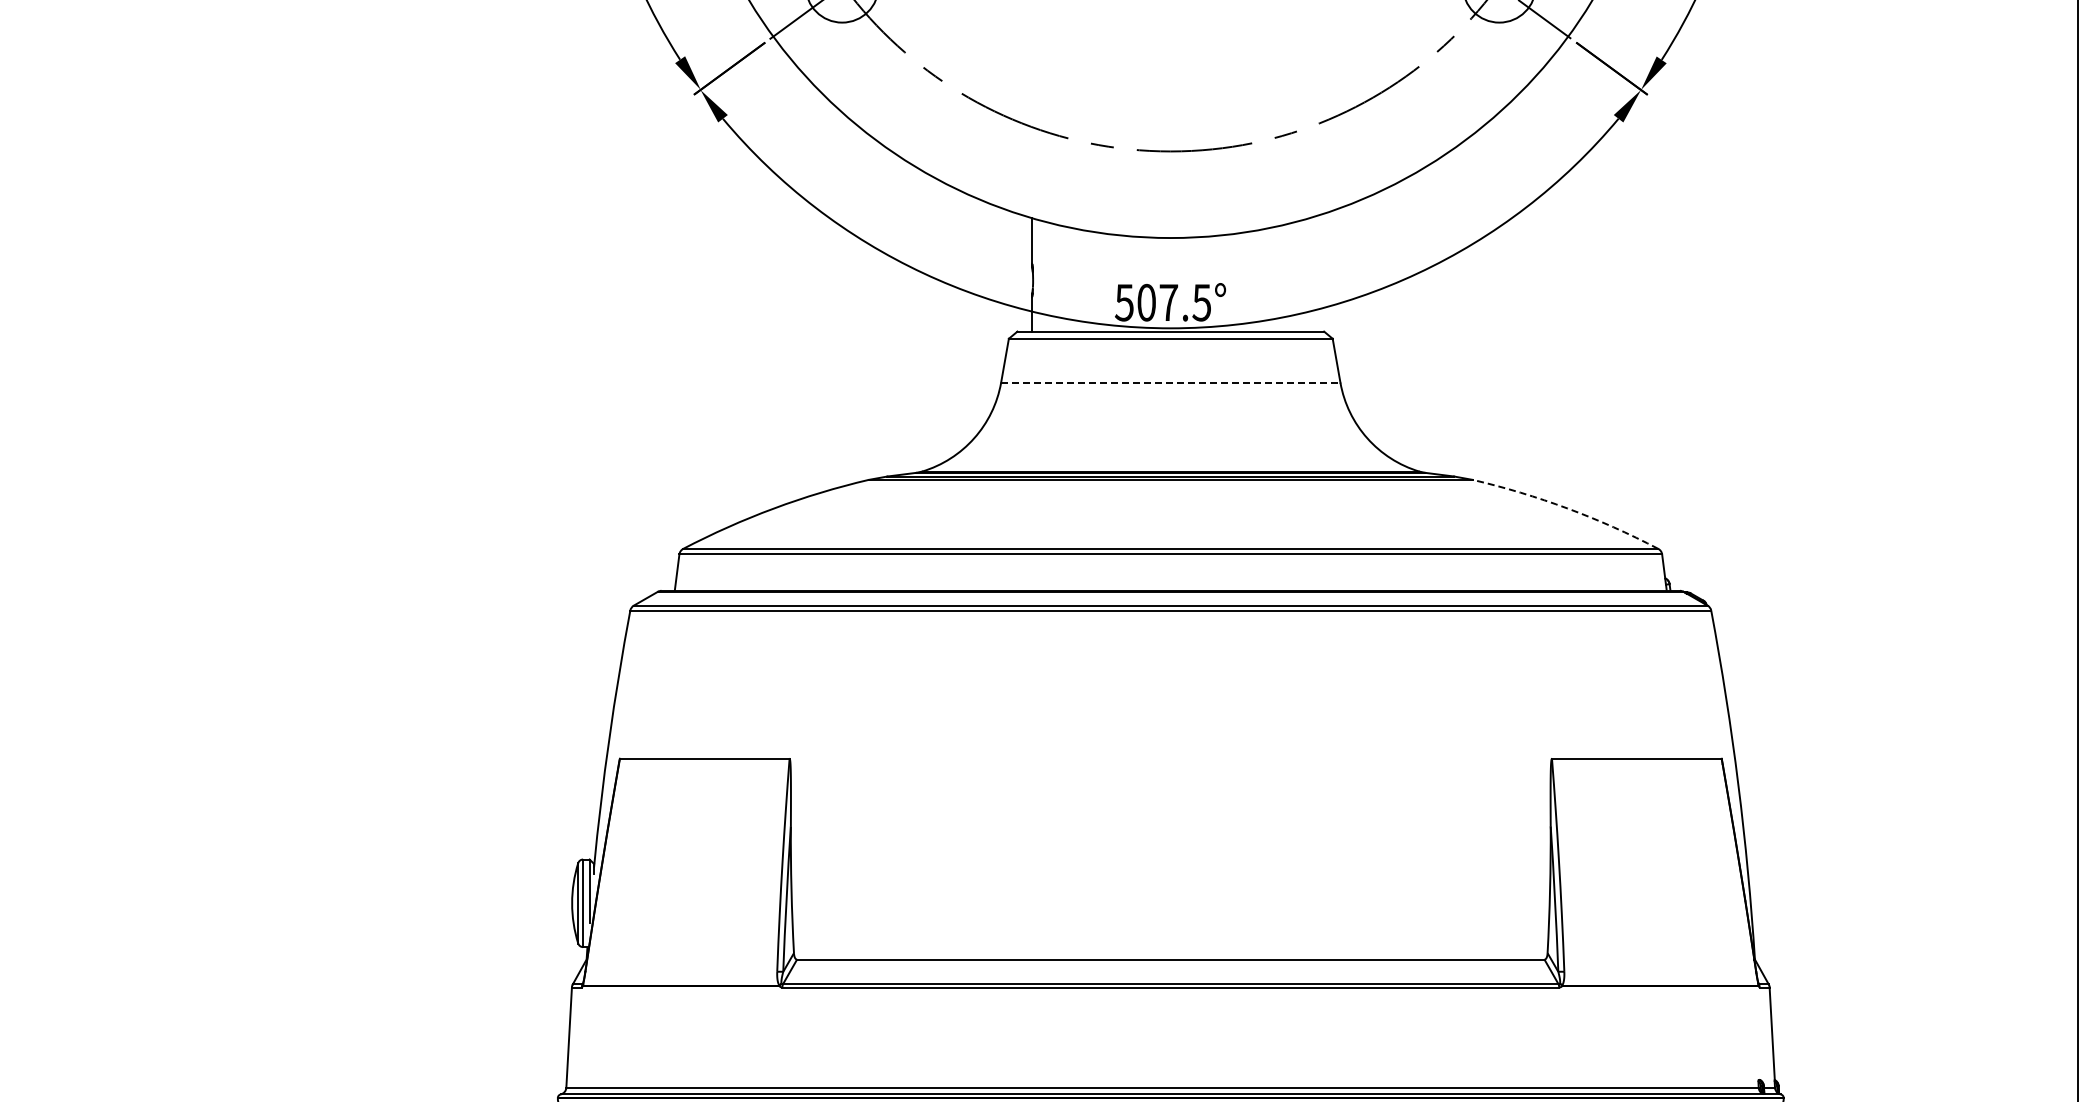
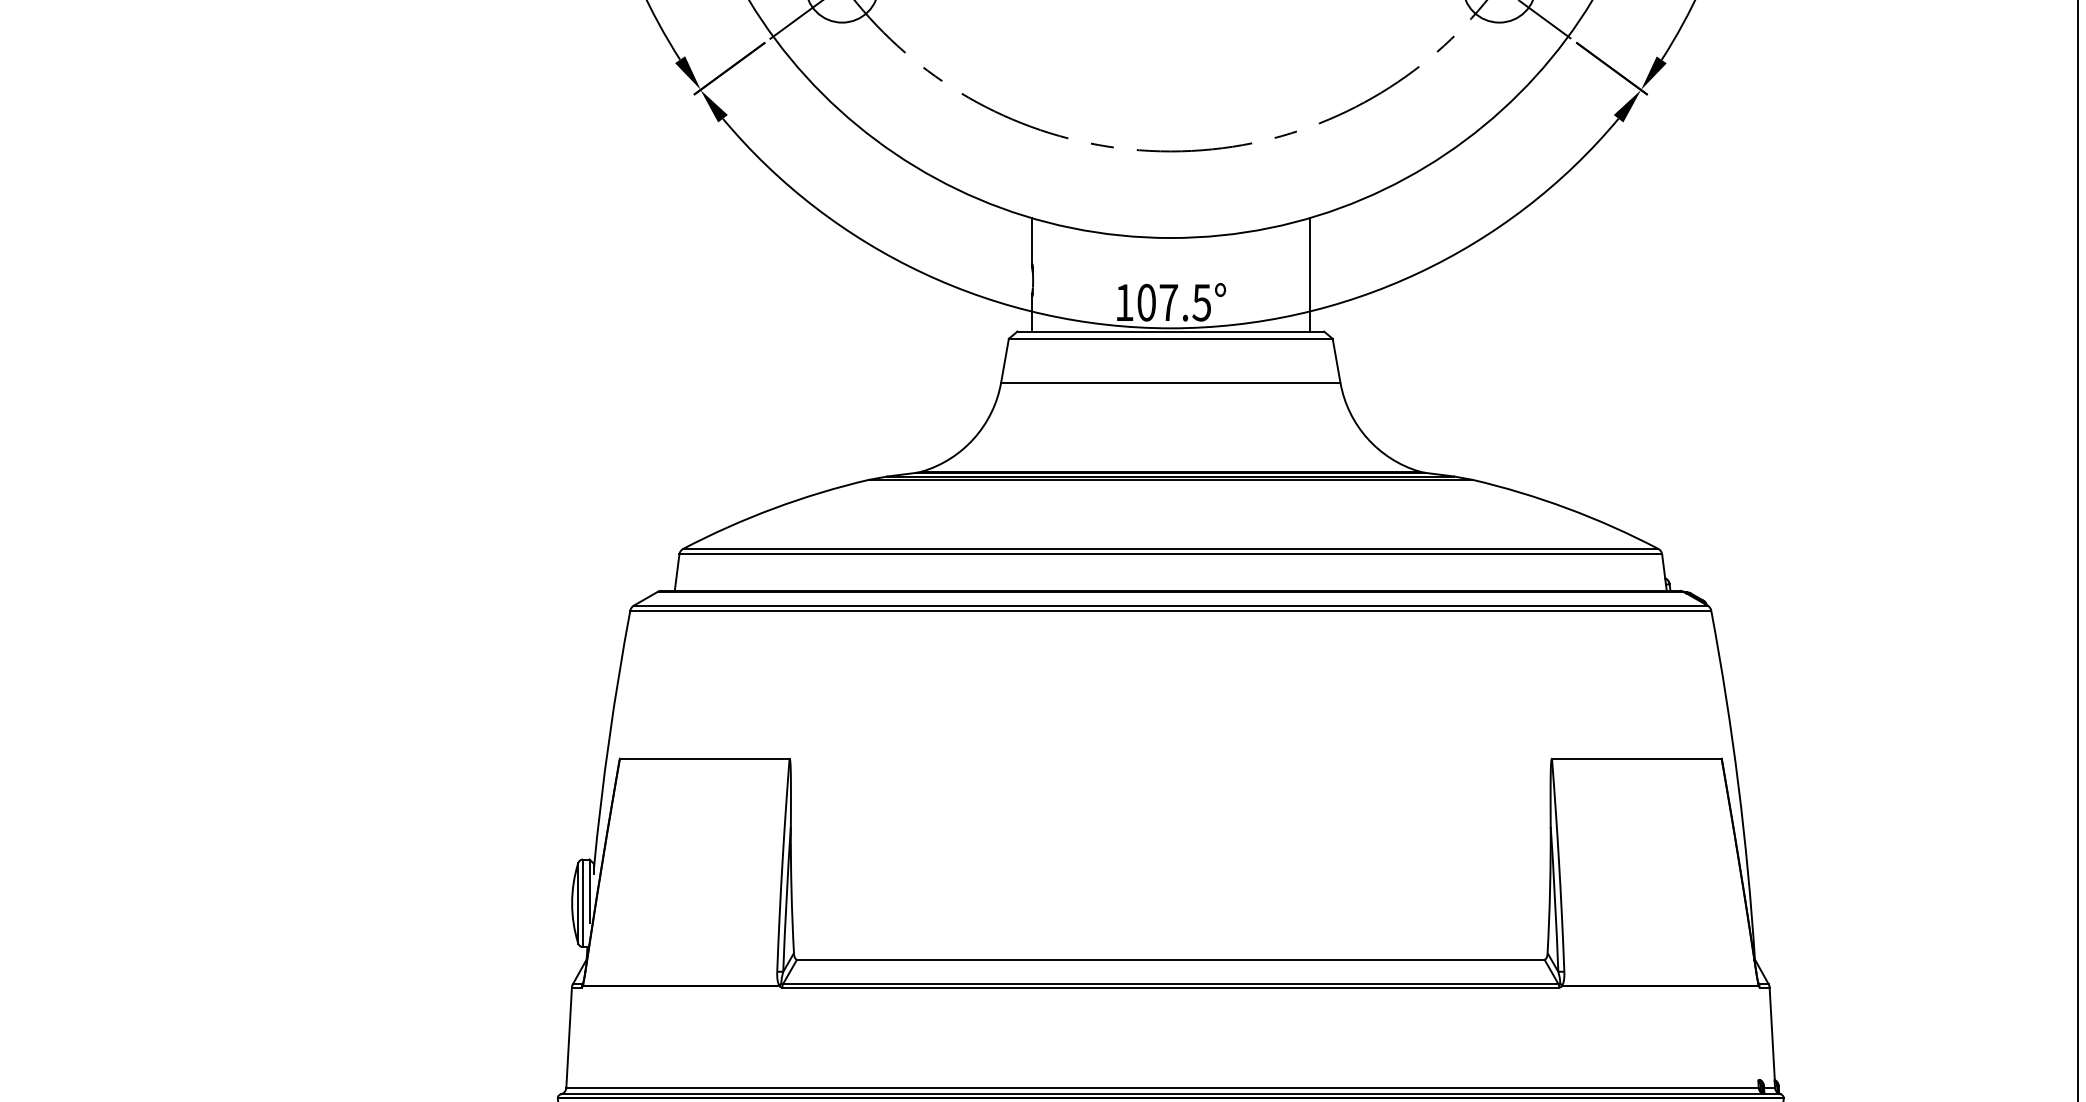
line at (1309, 274): none -> present
text at (1124, 302): 507.5° -> 107.5°
line at (1170, 382): dashed -> solid
arc at (1567, 508): dashed -> solid
